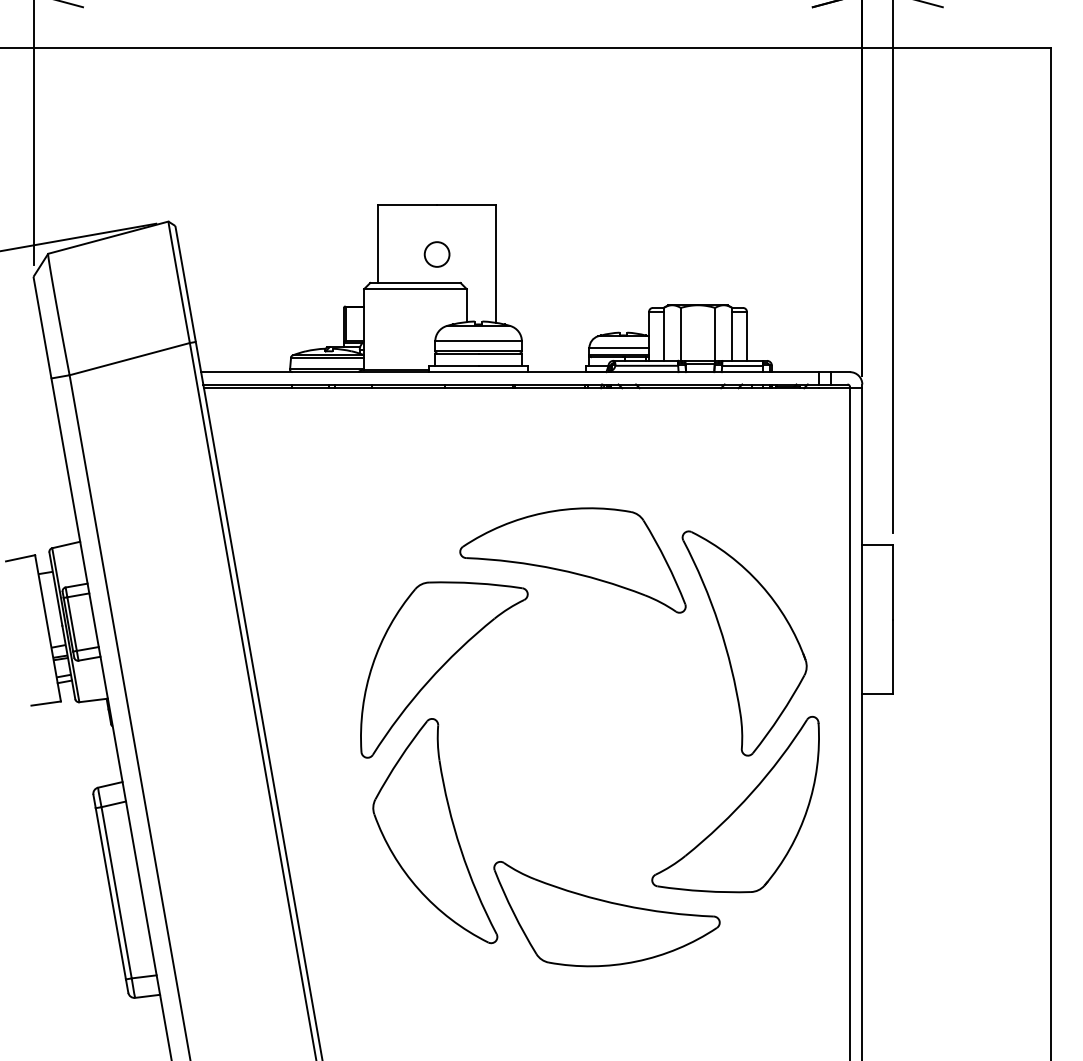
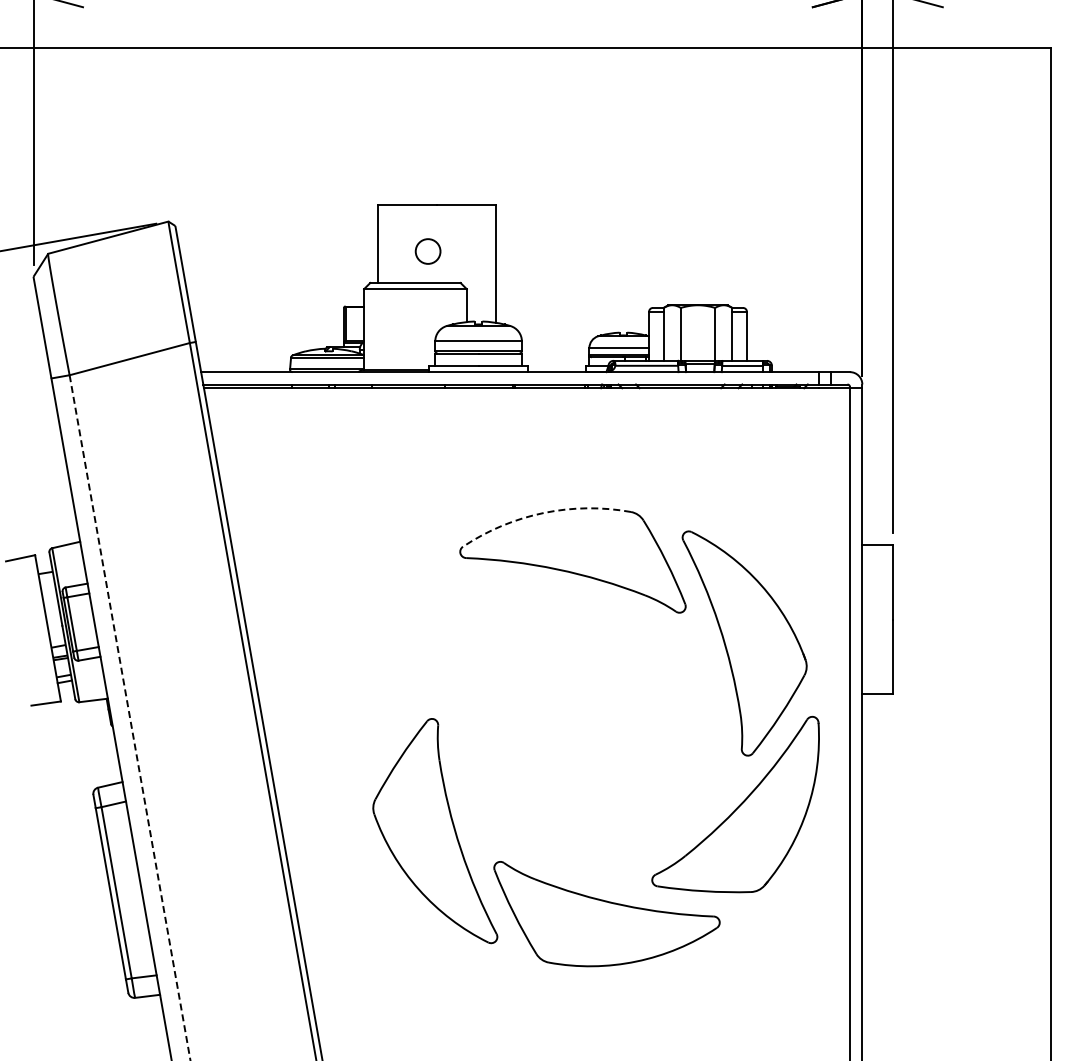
circle at (436, 254) position: (436, 254) -> (427, 251)
arc at (543, 513): solid -> dashed
part at (444, 669): present -> none
line at (130, 717): solid -> dashed
